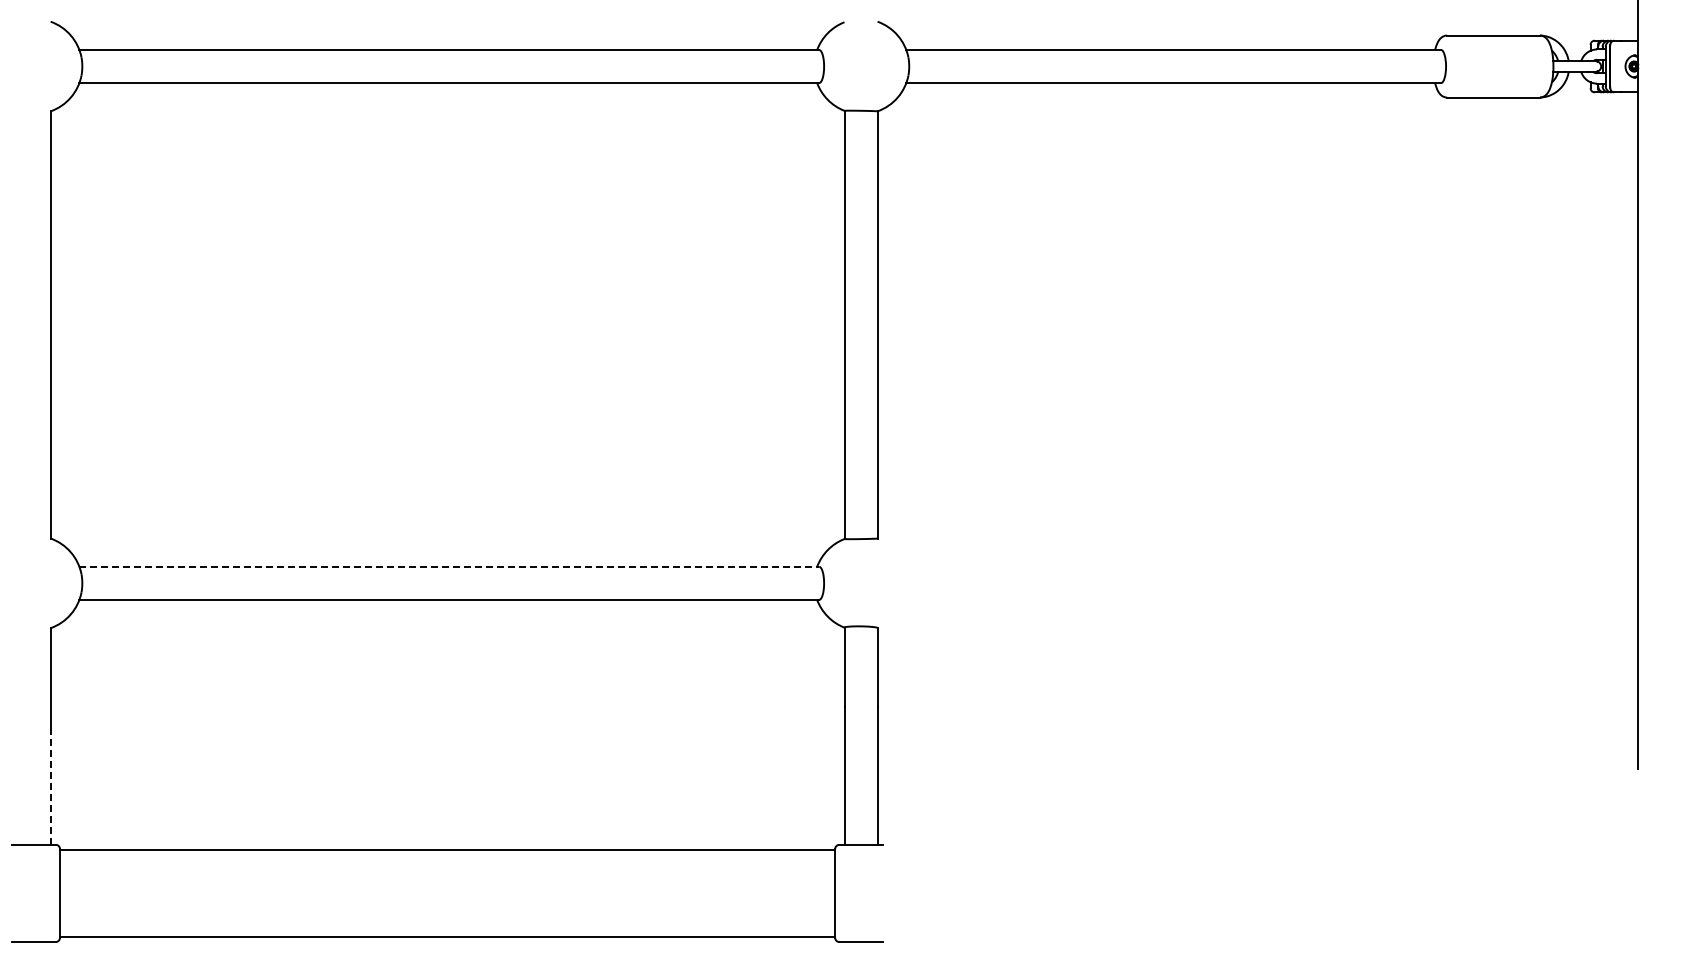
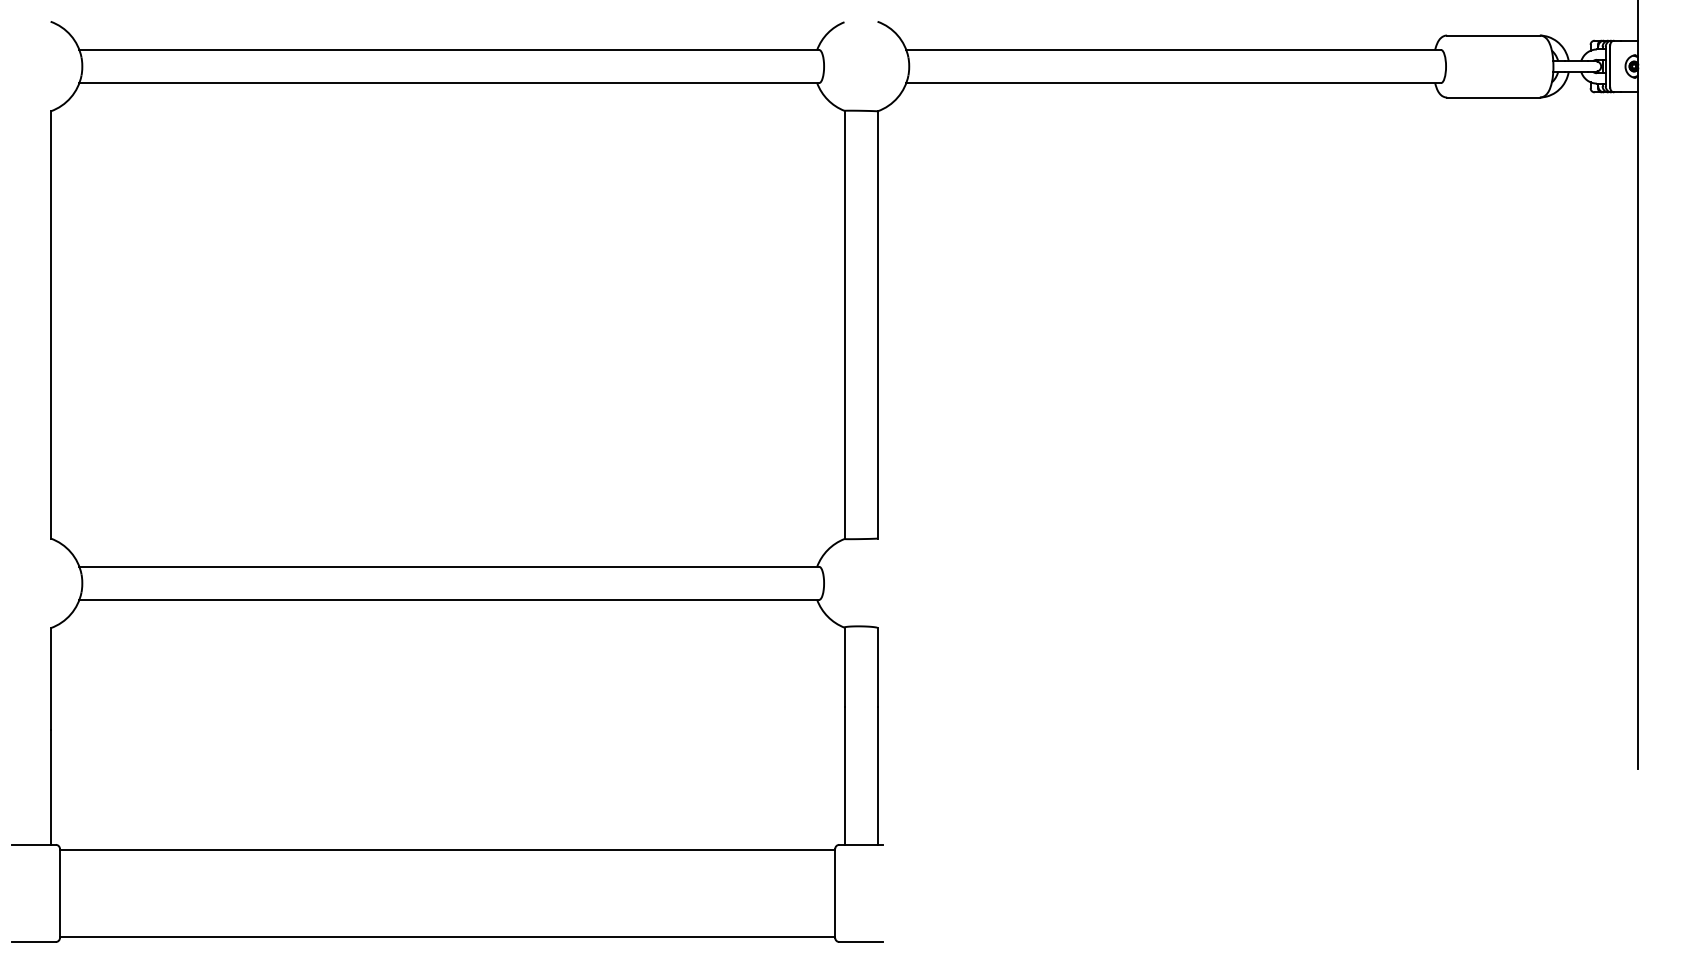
line at (449, 566): dashed -> solid
line at (50, 787): dashed -> solid
